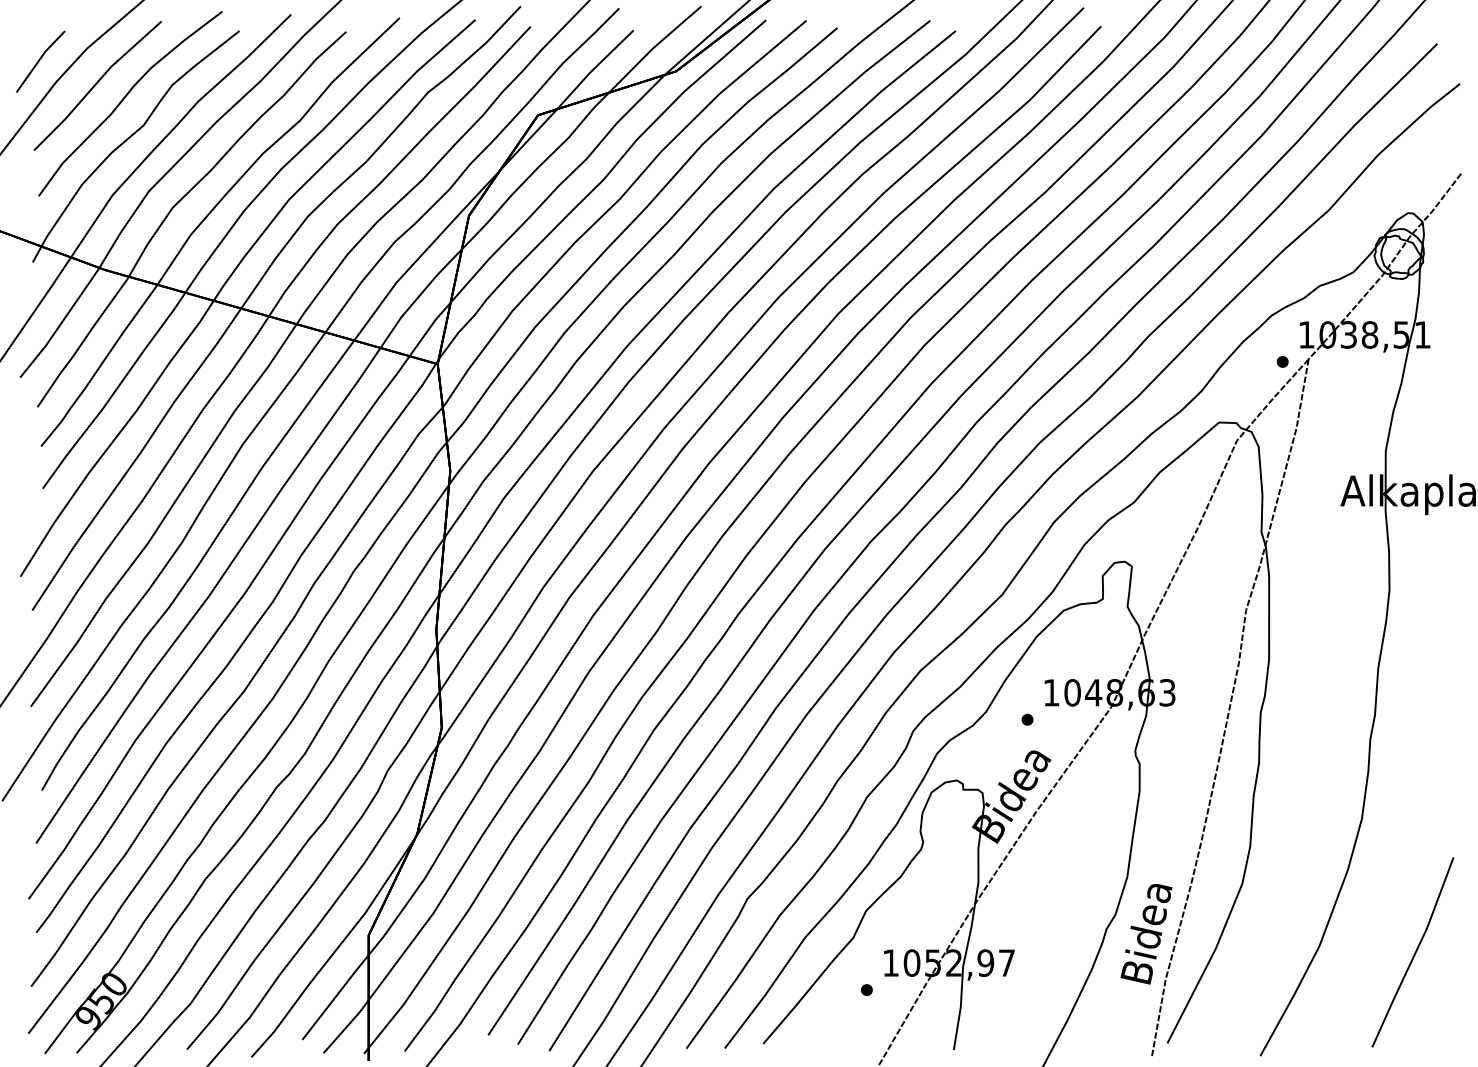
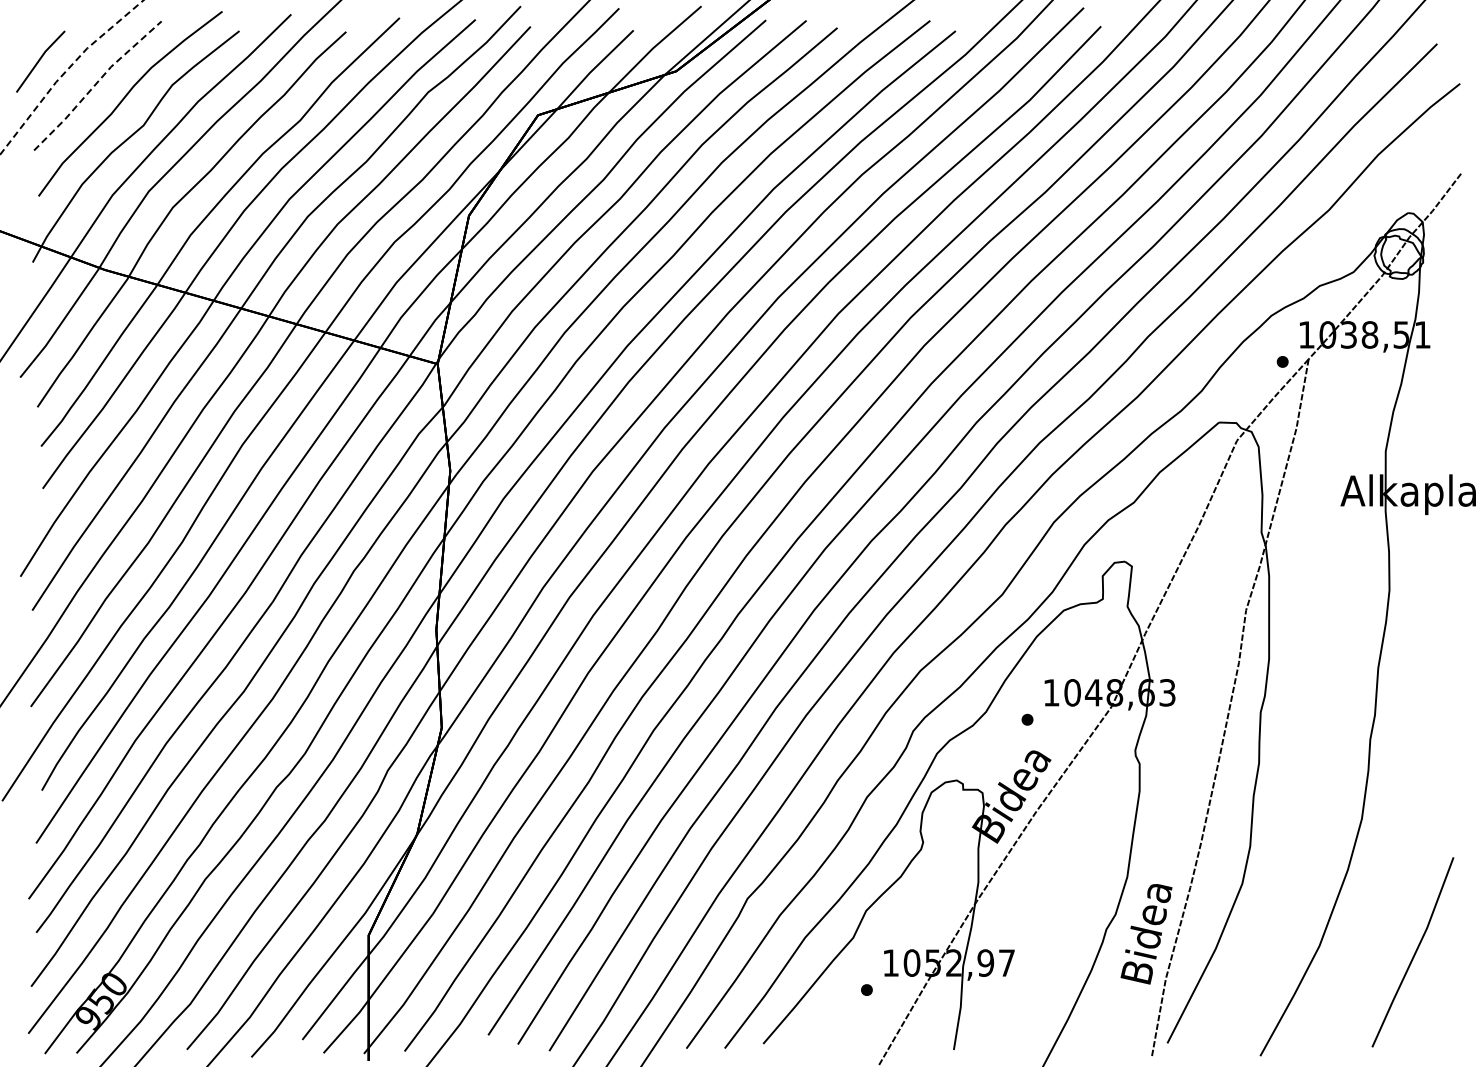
line at (65, 71): solid -> dashed
line at (96, 84): solid -> dashed
